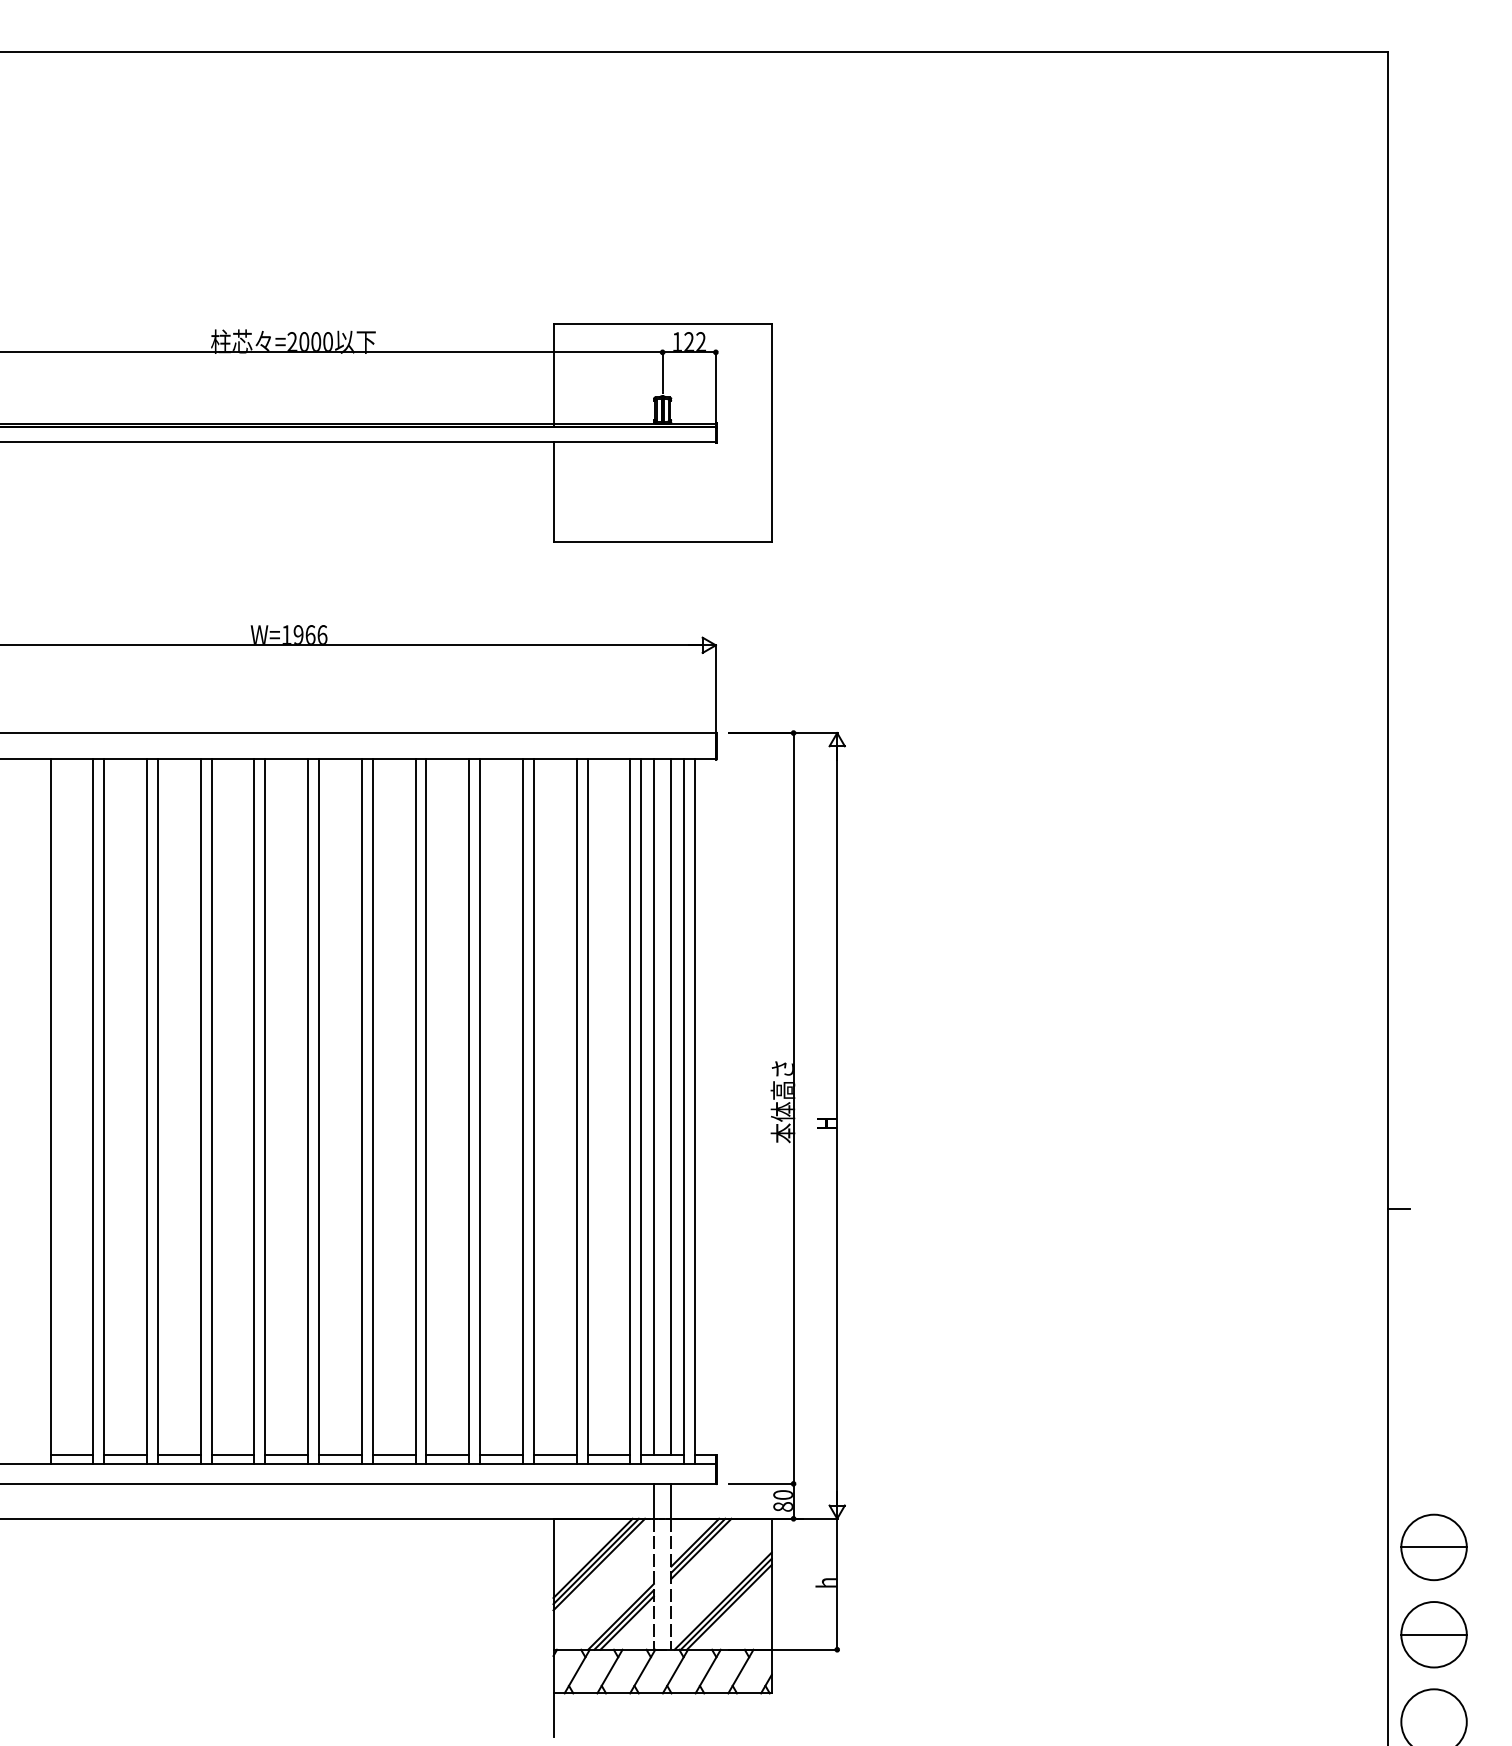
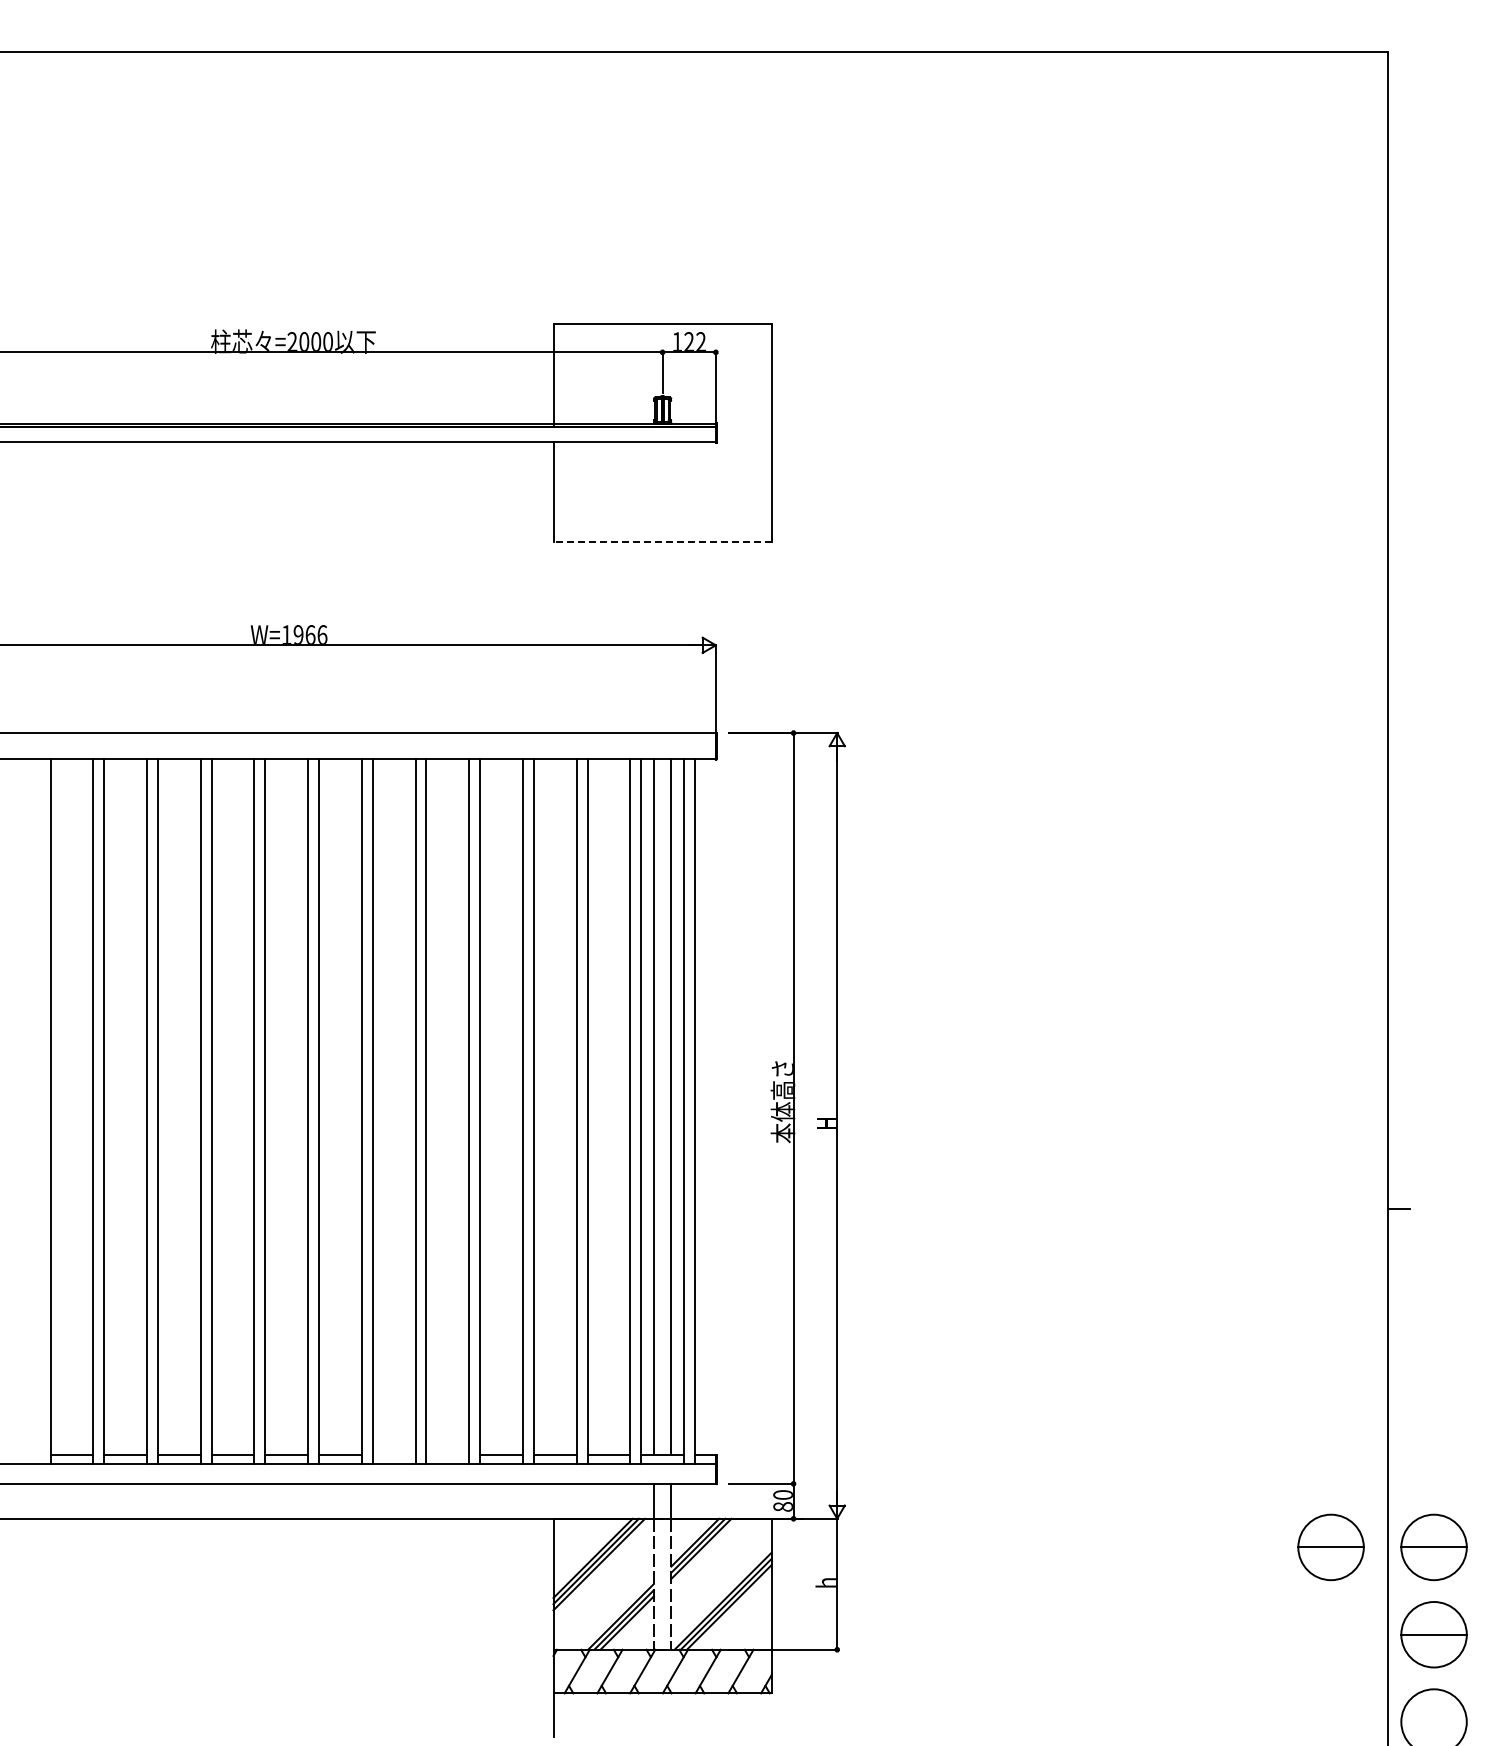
line at (662, 542): solid -> dashed
line at (393, 1455): present -> none
line at (447, 1455): present -> none
part at (1330, 1547): none -> present
